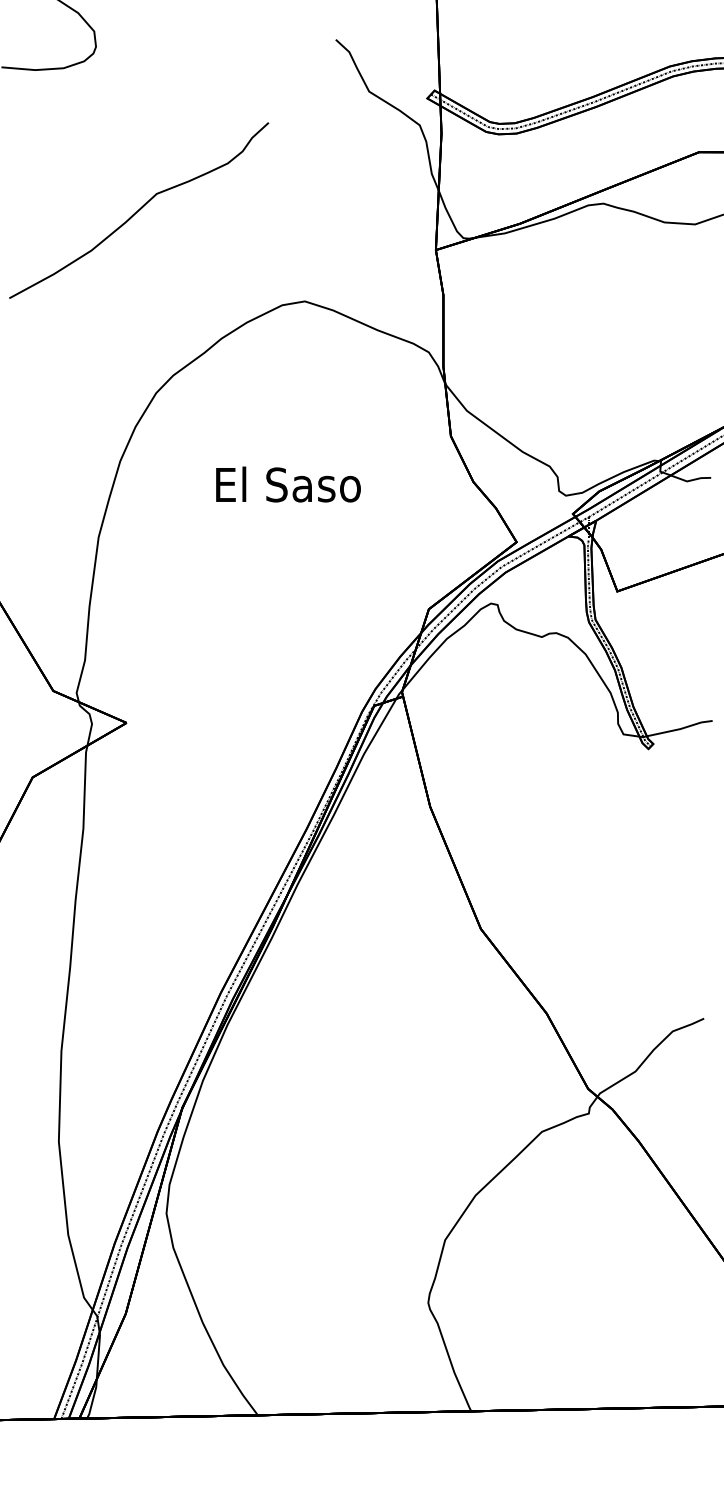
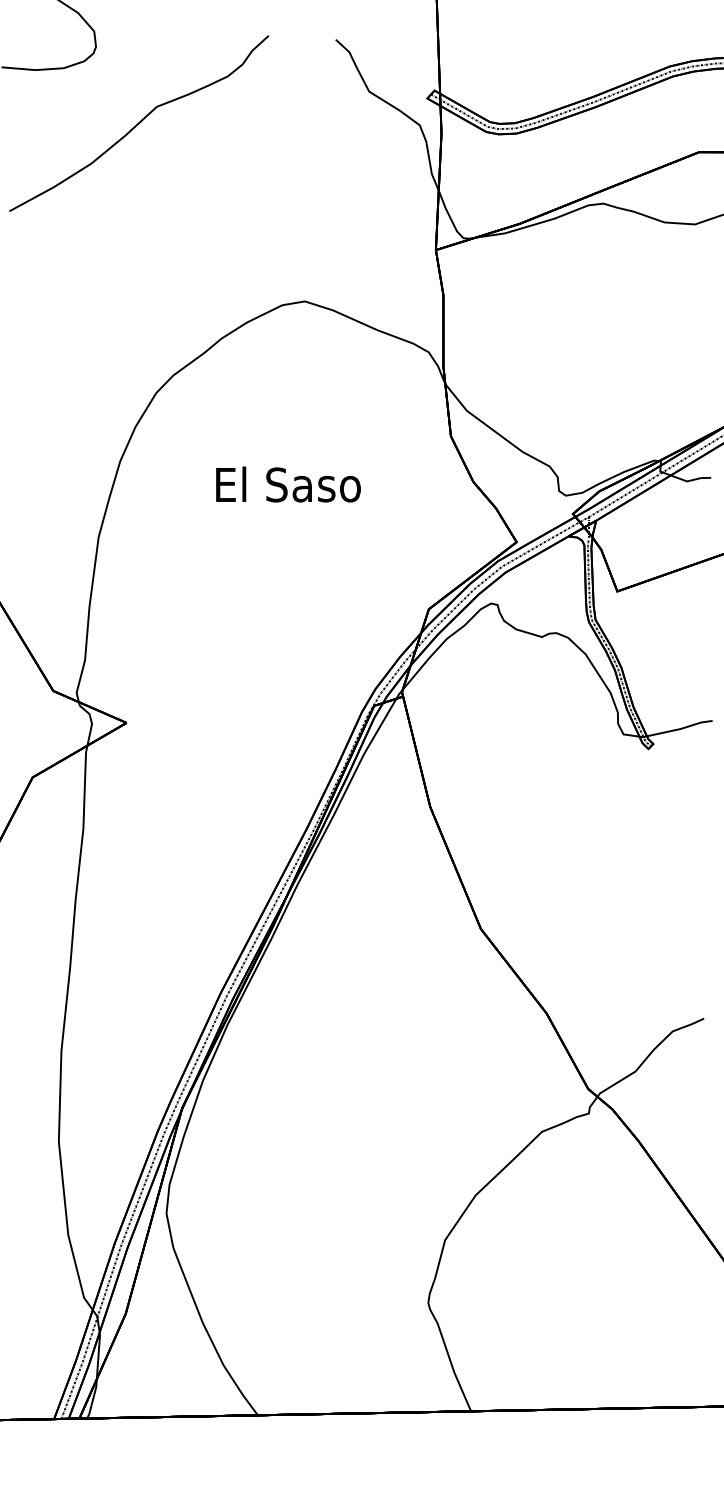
curve at (139, 210) position: (139, 210) -> (139, 123)
